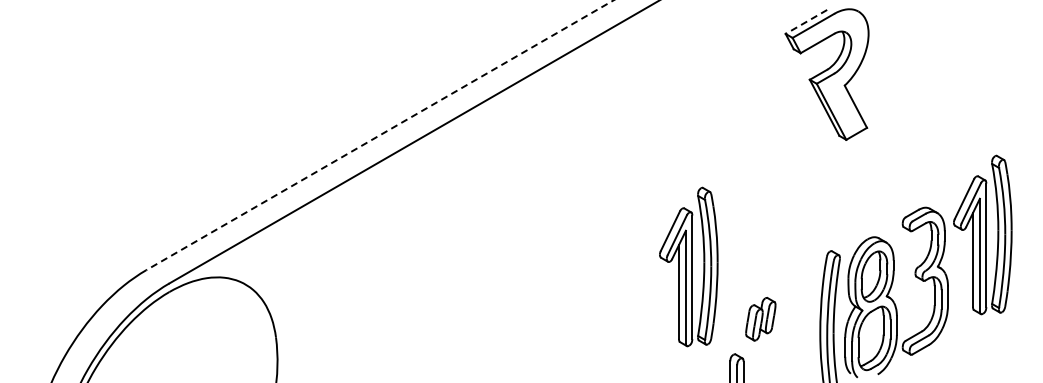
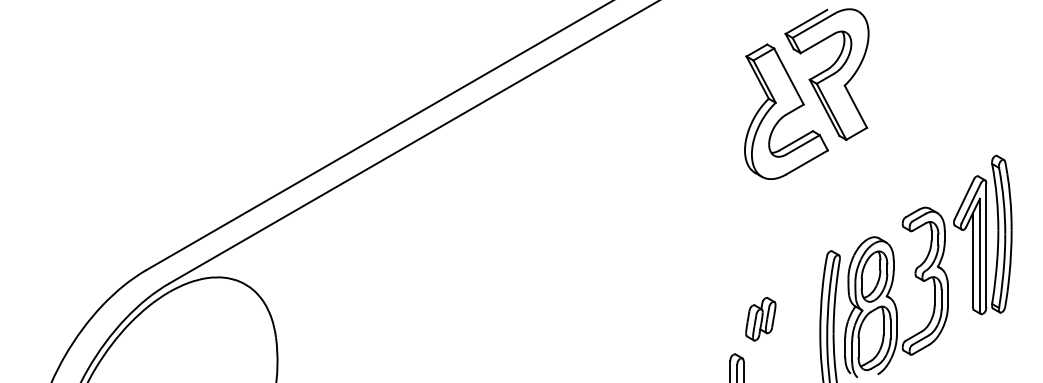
line at (806, 21): dashed -> solid
part at (786, 111): none -> present
line at (380, 135): dashed -> solid
part at (688, 266): present -> none
